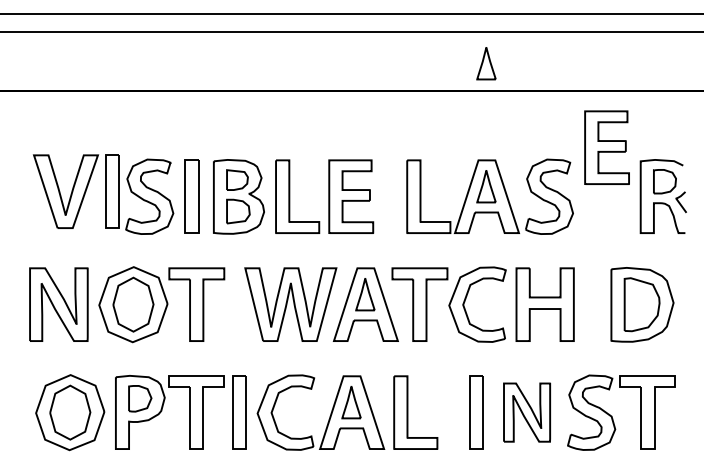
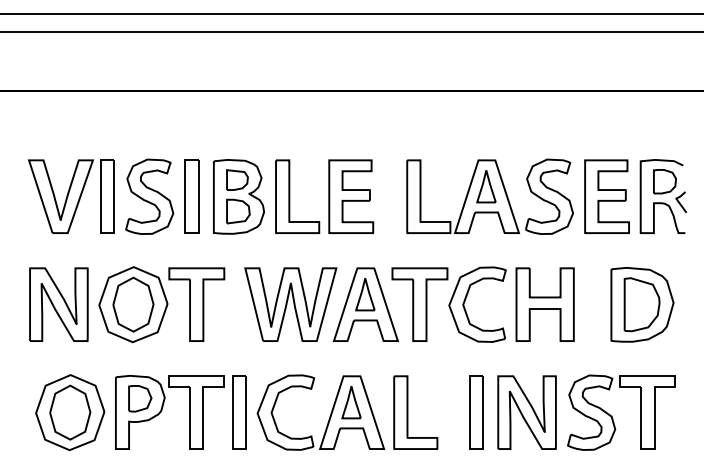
curve at (483, 63): present -> none
part at (606, 147) position: (606, 147) -> (606, 196)
part at (76, 191) position: (76, 191) -> (71, 196)
part at (526, 412) size: 48x61 px -> 60x75 px
